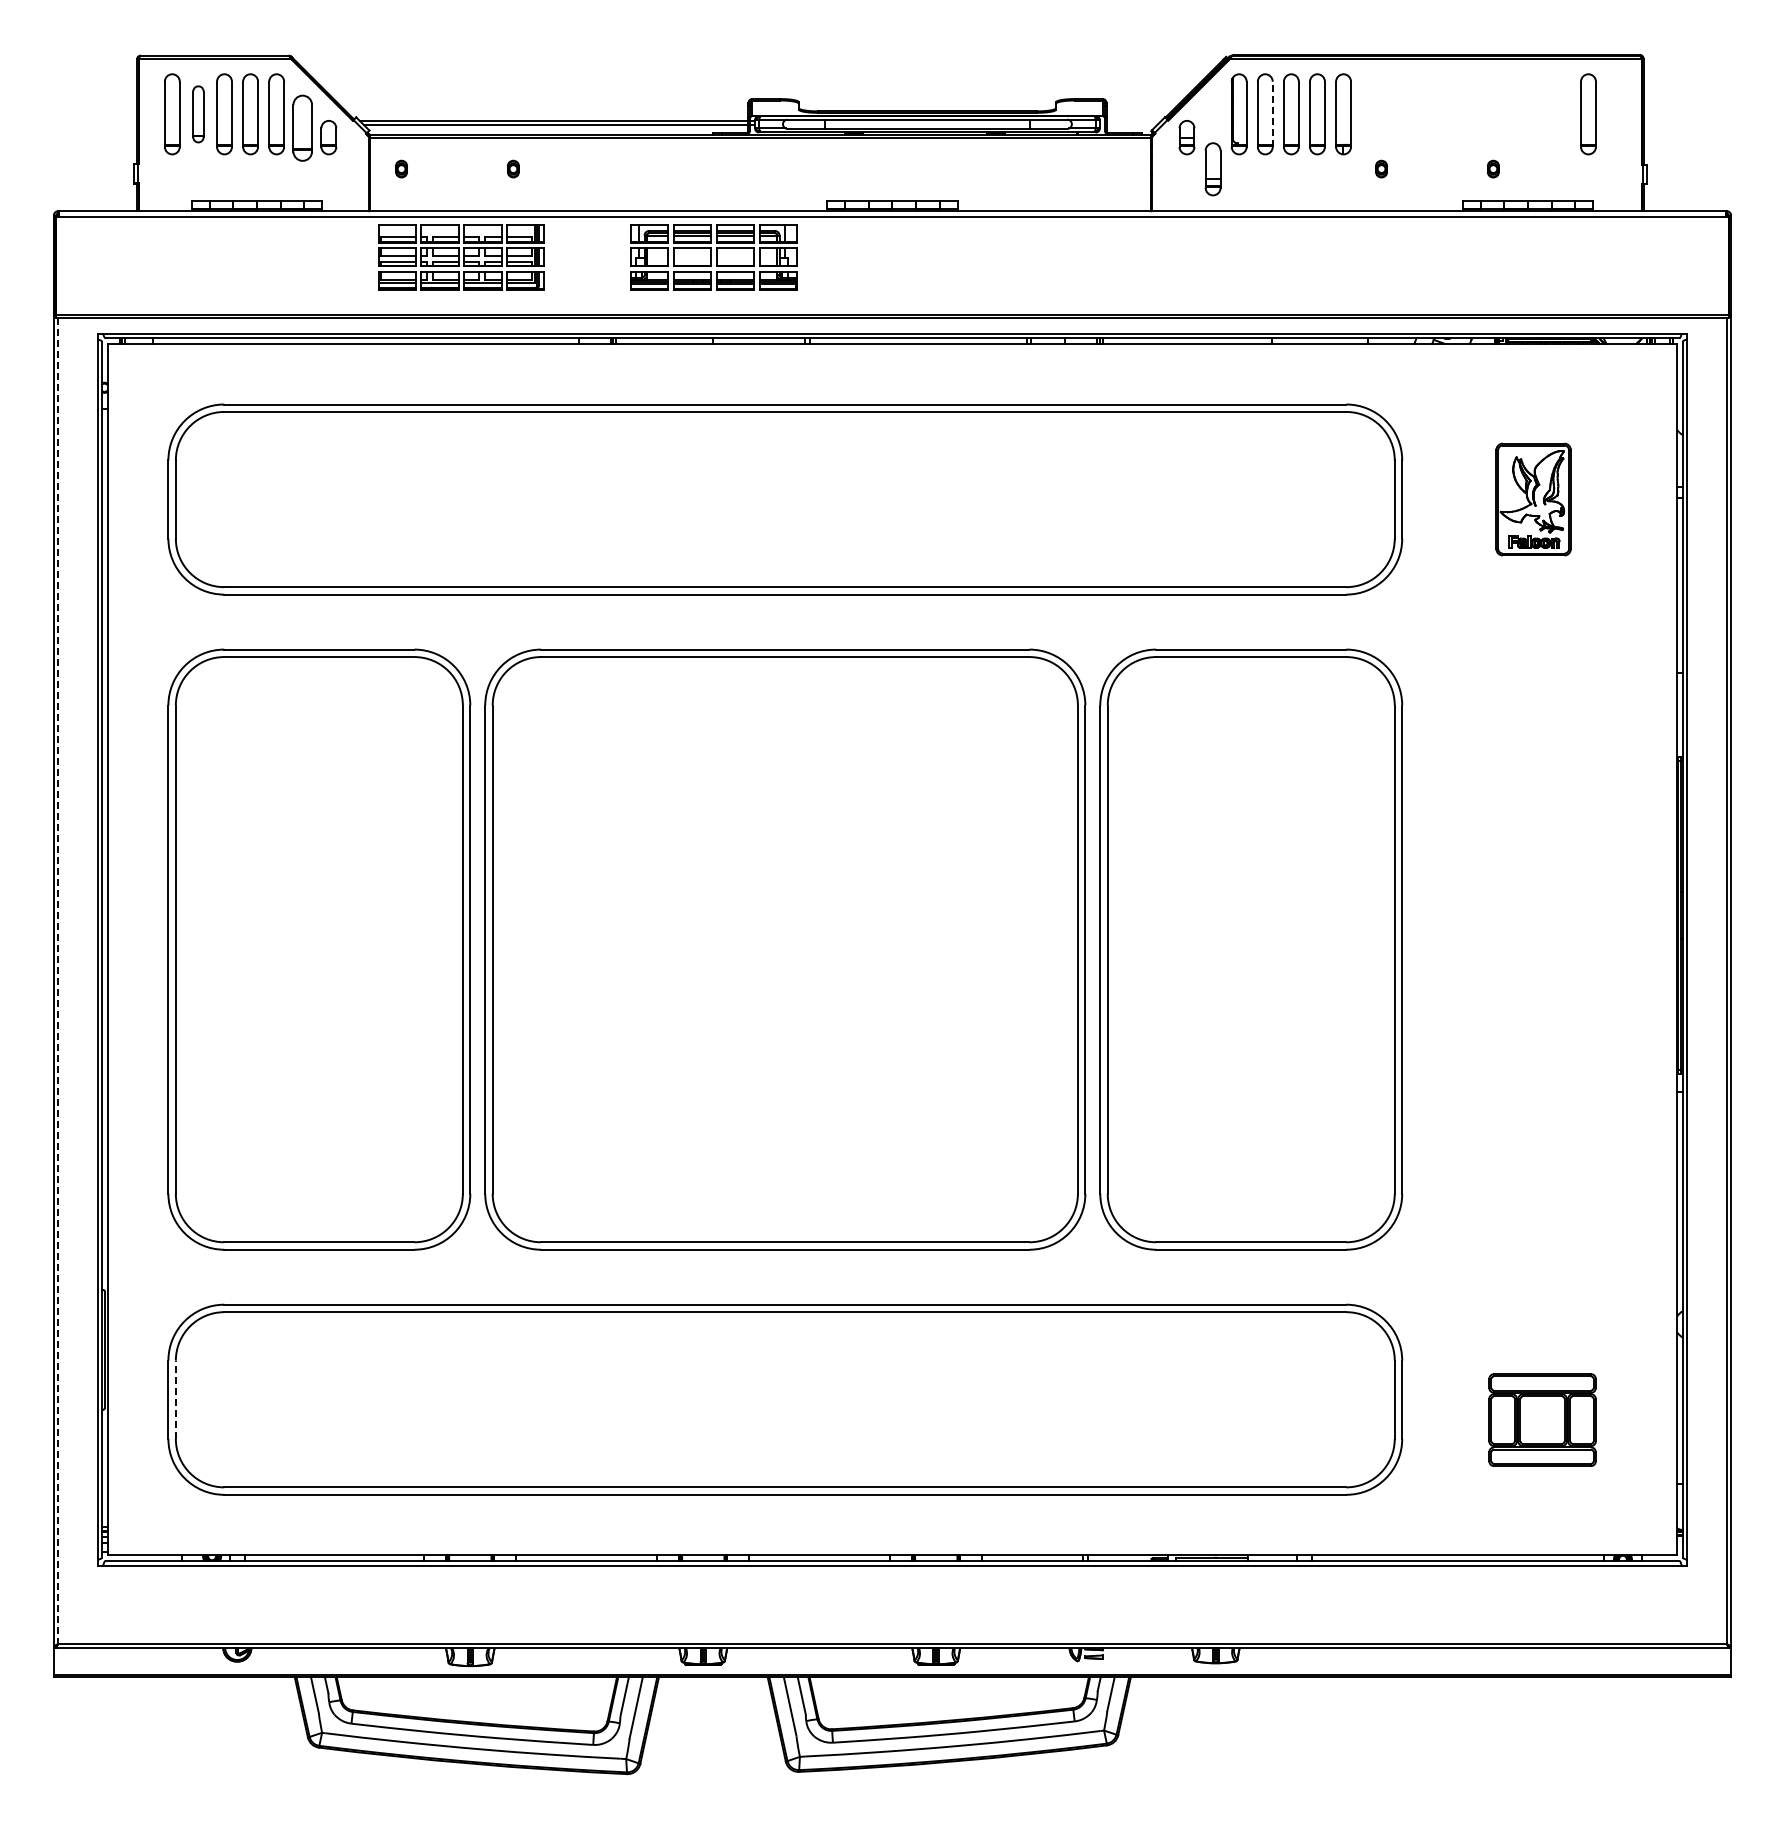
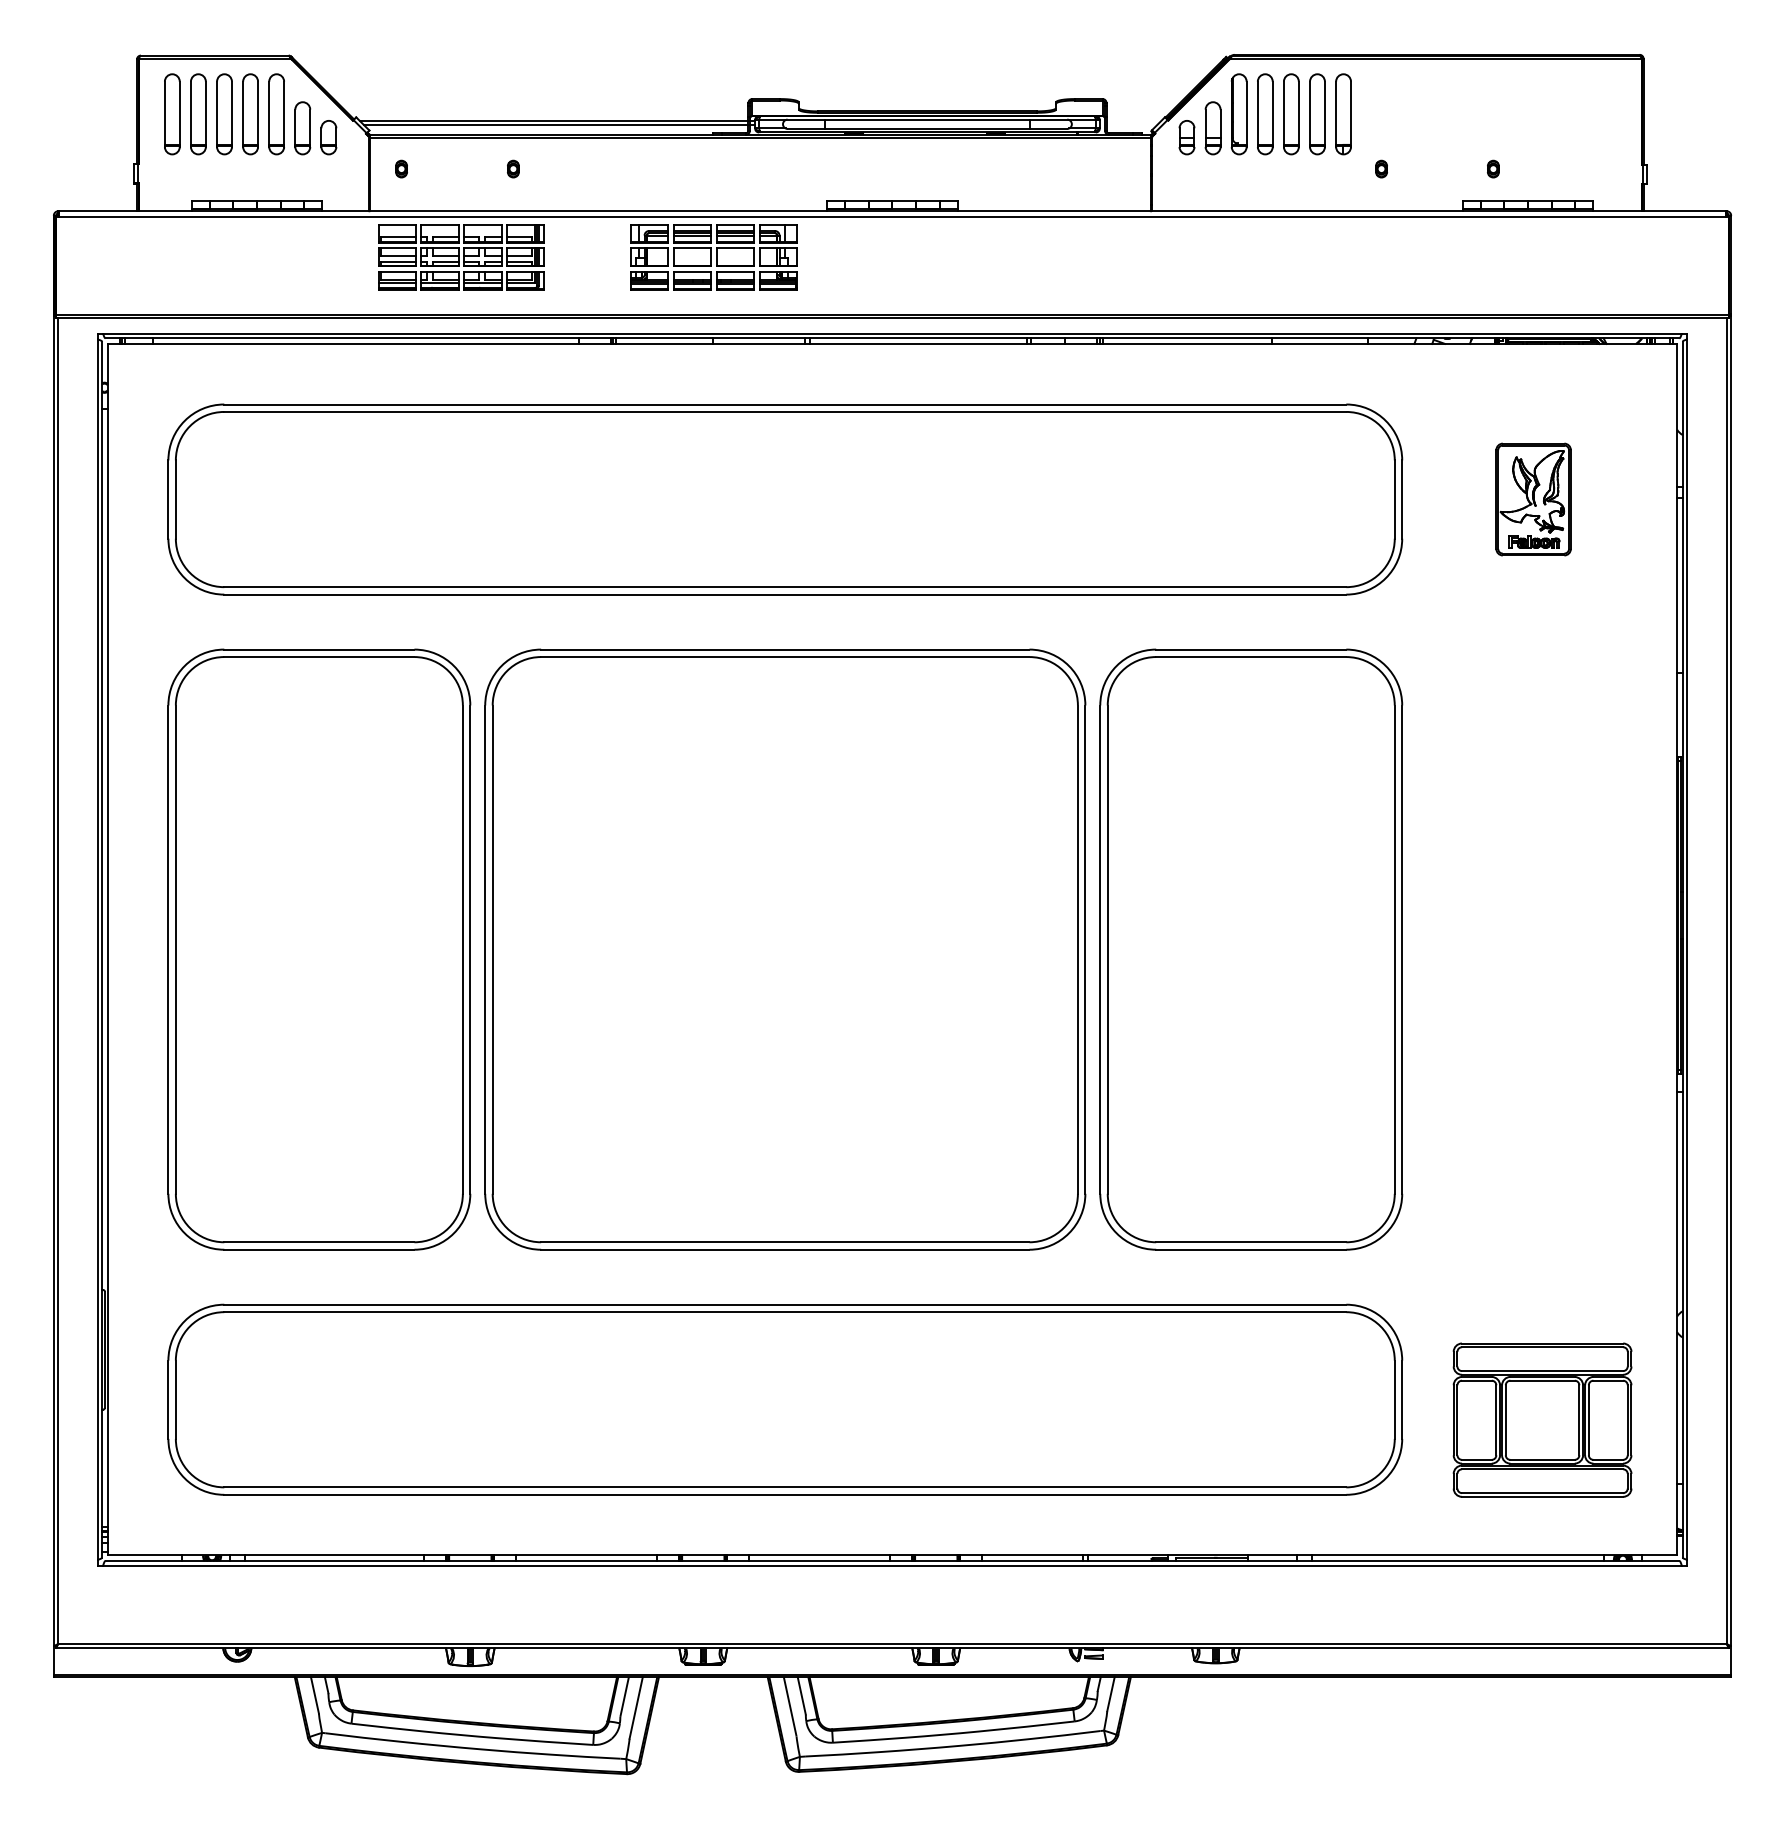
part at (198, 114) size: 13x59 px -> 17x83 px
line at (1272, 114): dashed -> solid
part at (1588, 114): present -> none
part at (302, 127) size: 21x68 px -> 18x55 px
part at (1212, 169) position: (1212, 169) -> (1212, 128)
line at (58, 981): dashed -> solid
line at (175, 1399): dashed -> solid
part at (1542, 1419) size: 109x94 px -> 181x156 px
